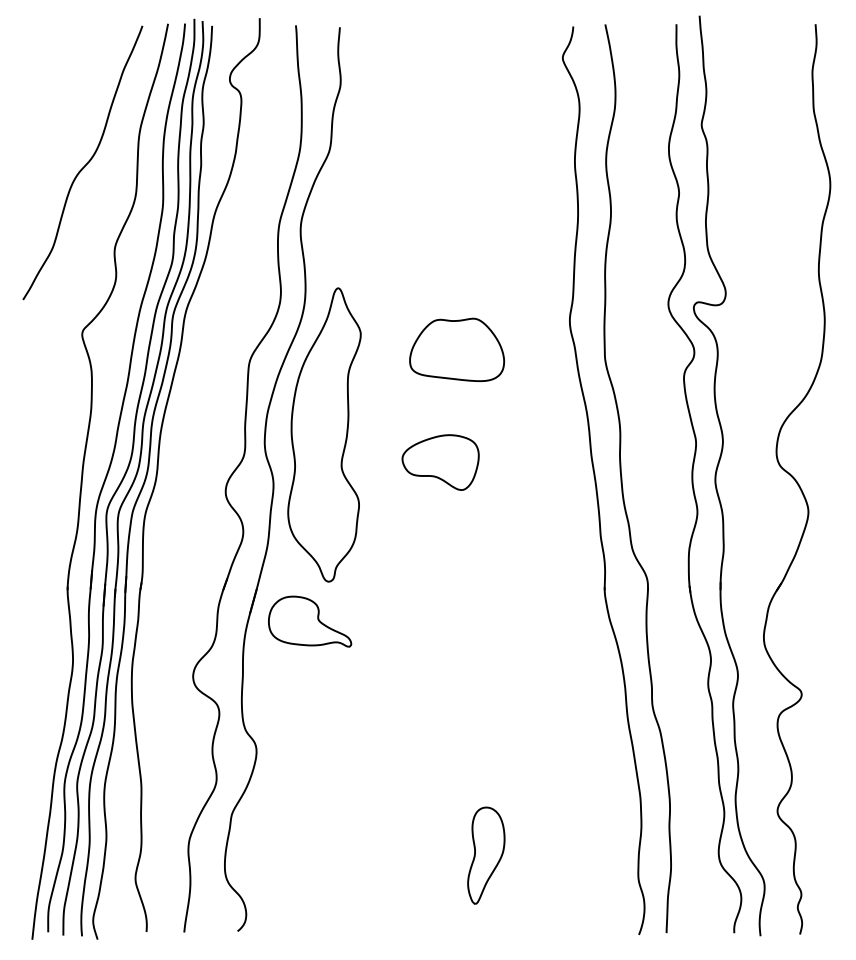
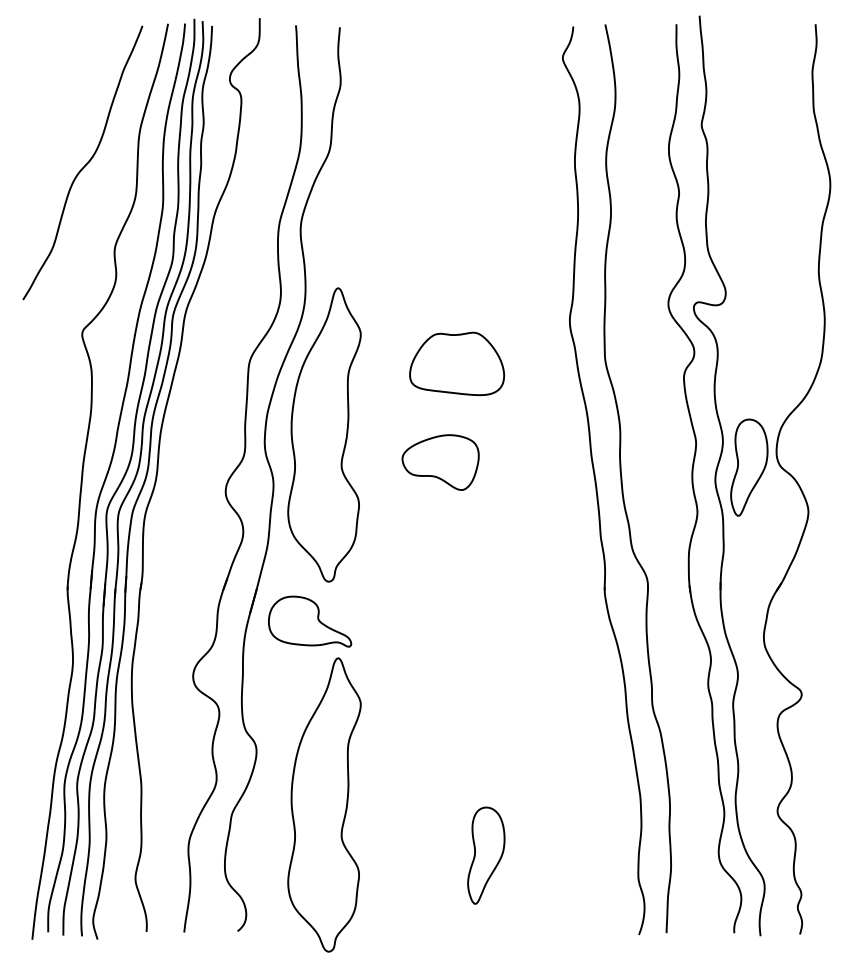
part at (457, 349) position: (457, 349) -> (457, 363)
part at (749, 467): none -> present
part at (324, 804): none -> present
